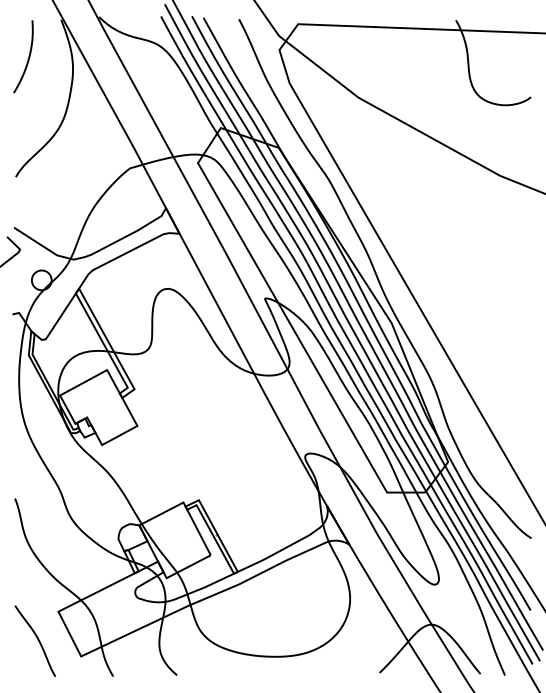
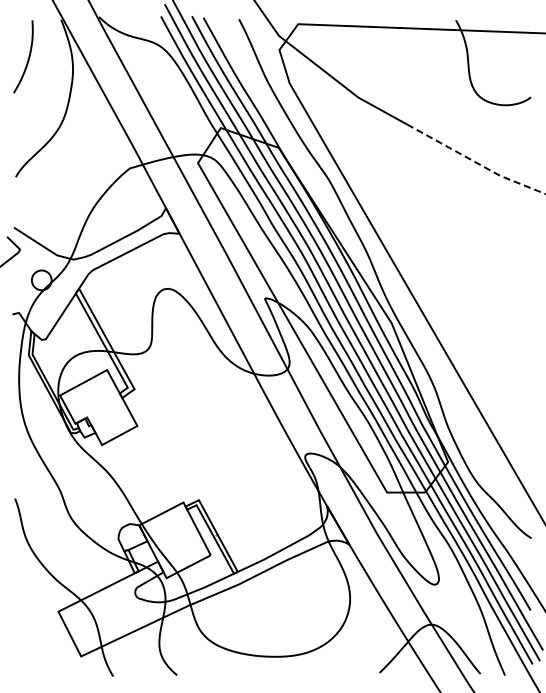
line at (475, 162): solid -> dashed
curve at (36, 638): present -> none
